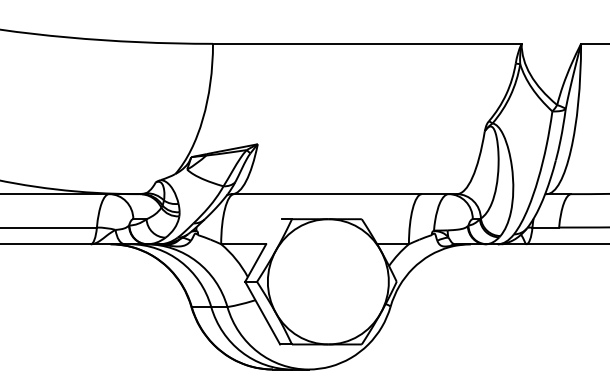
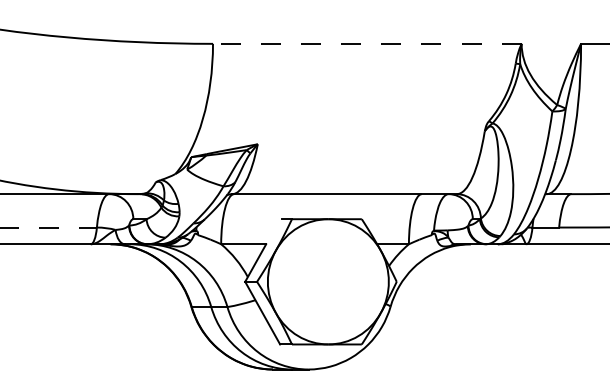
line at (366, 43): solid -> dashed
line at (49, 227): solid -> dashed
